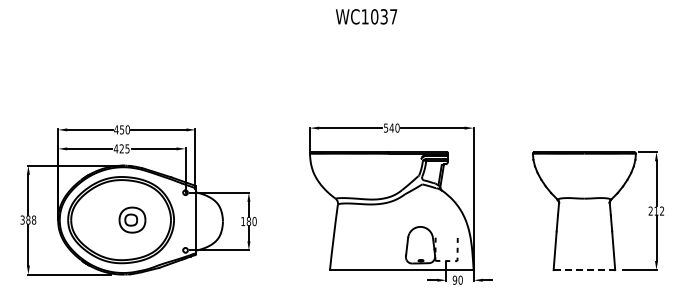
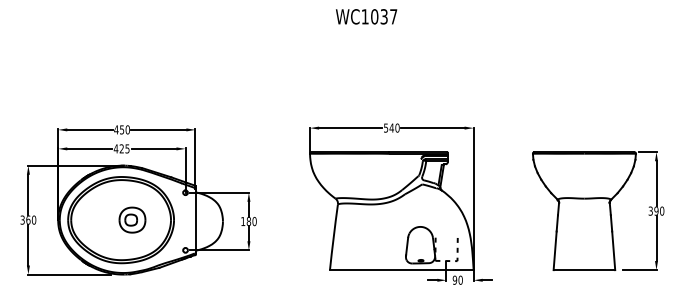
text at (656, 210): 212 -> 390
text at (31, 219): 388 -> 360
line at (584, 270): dashed -> solid
